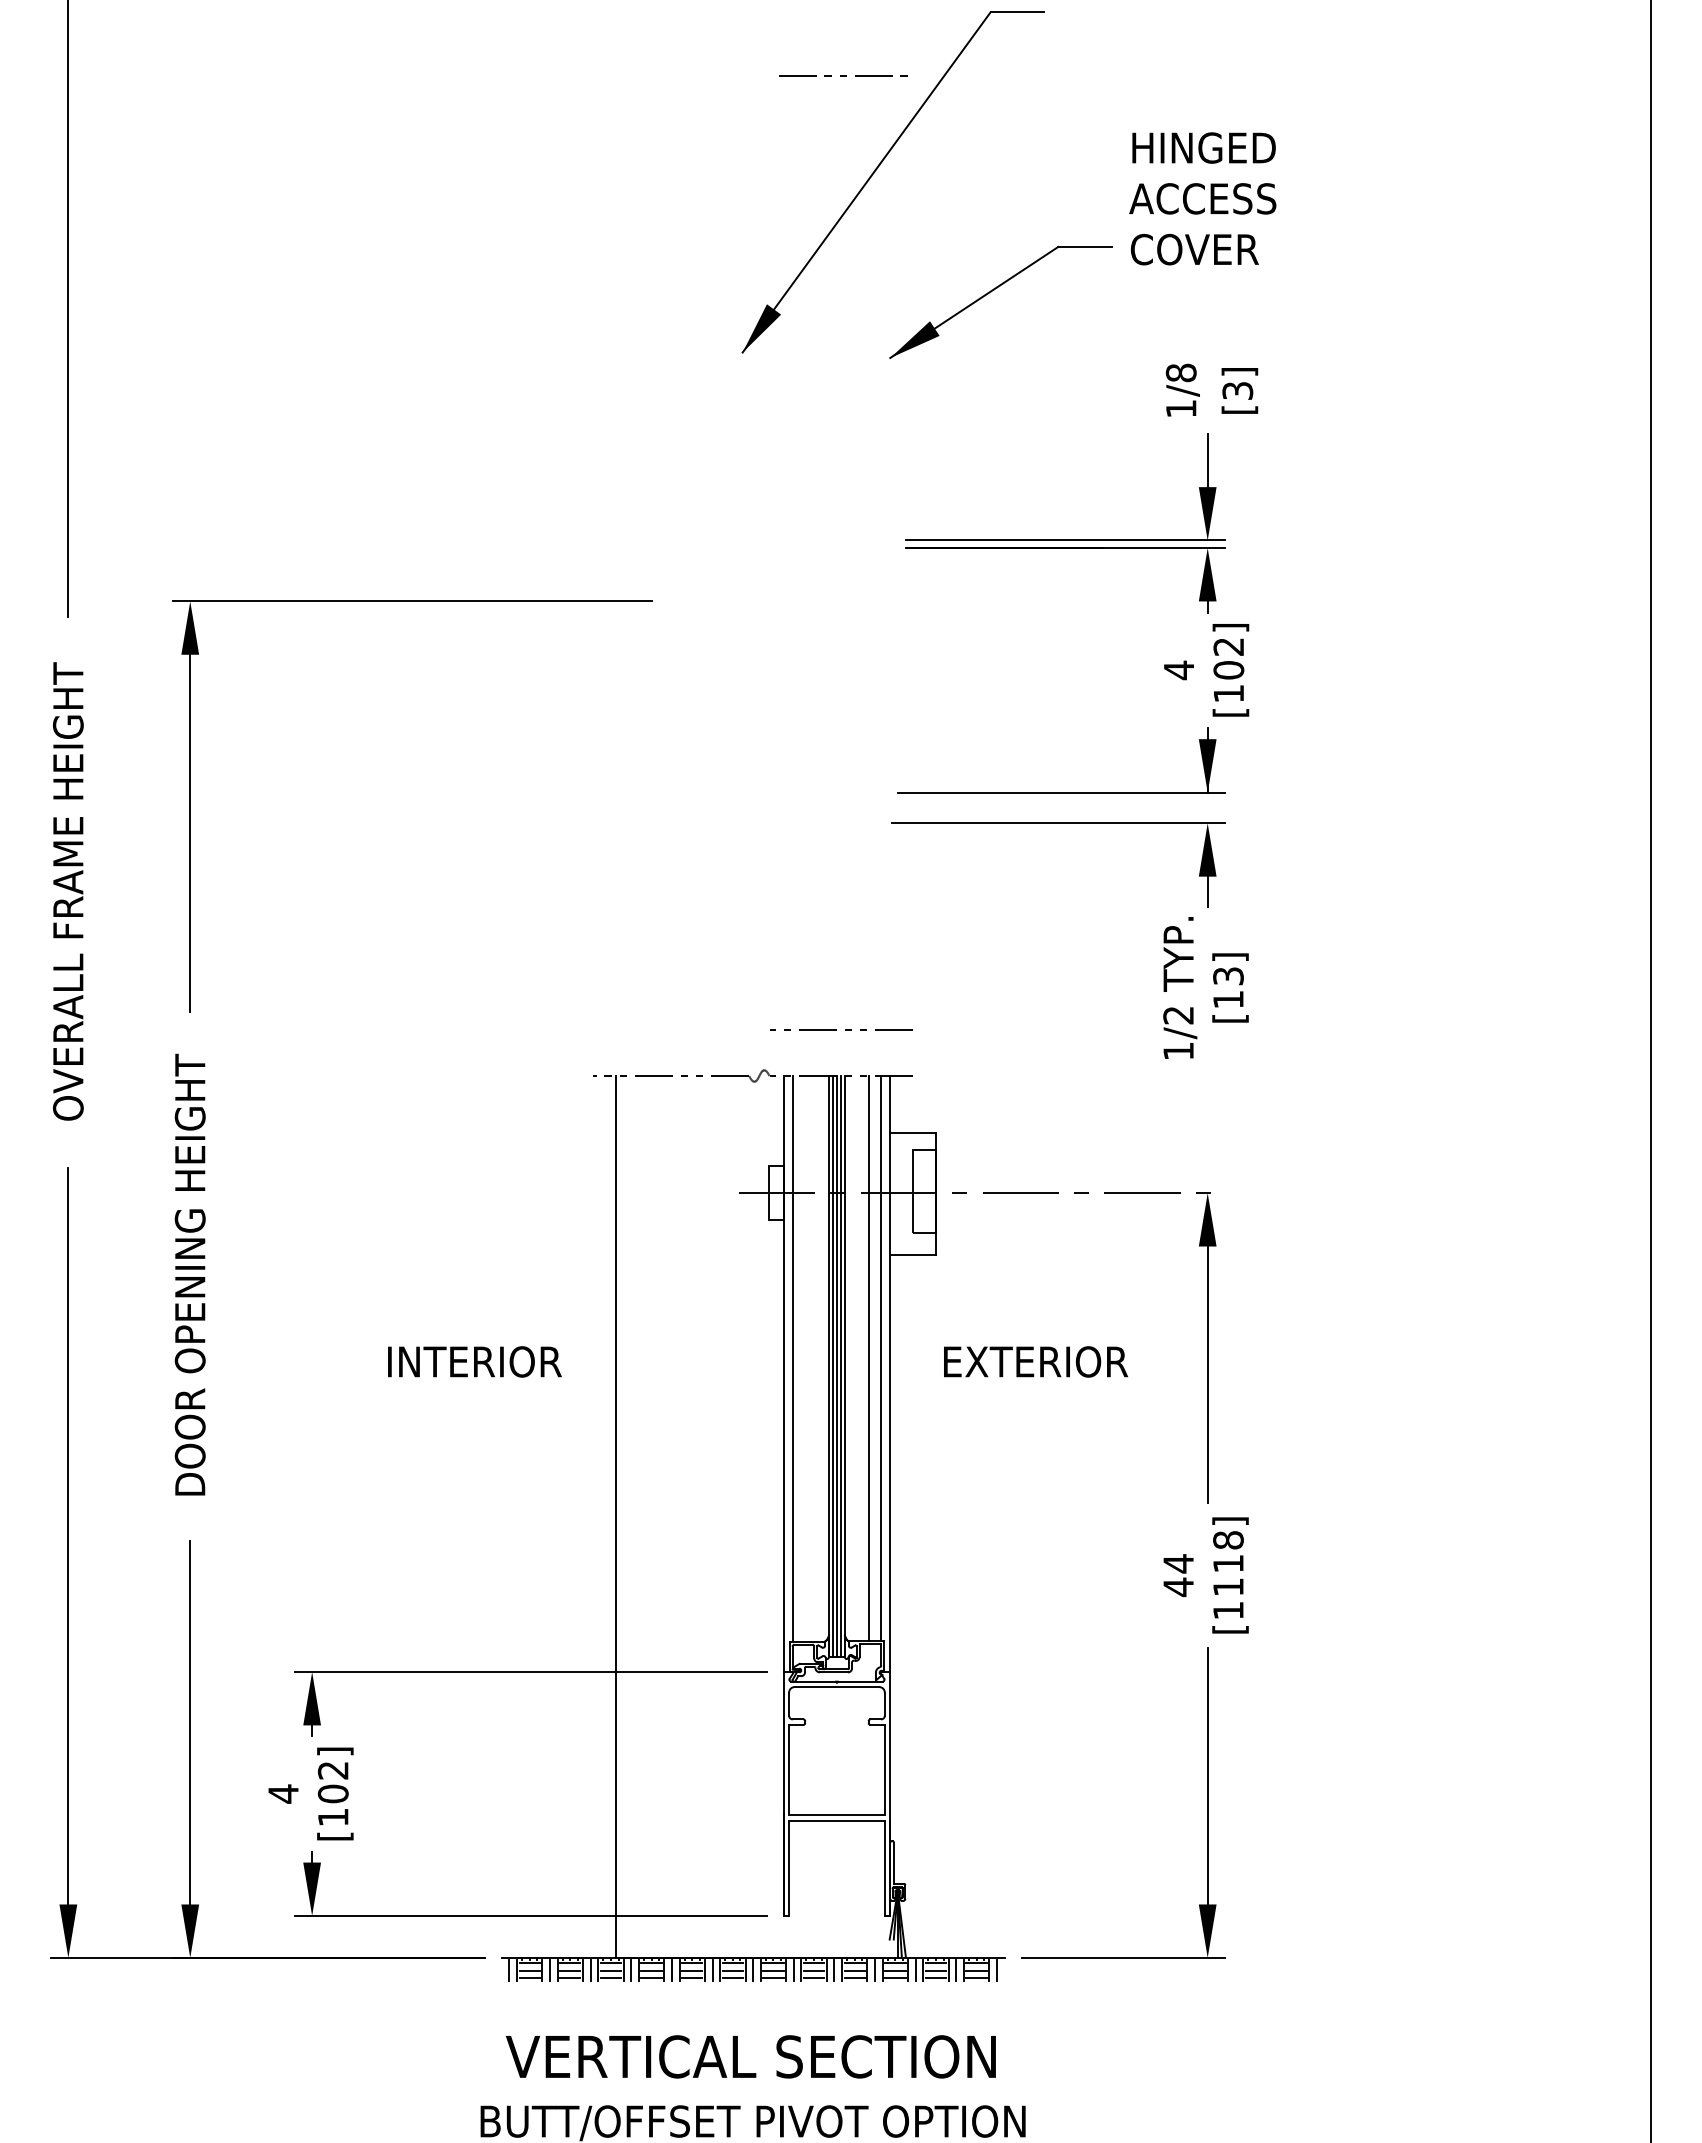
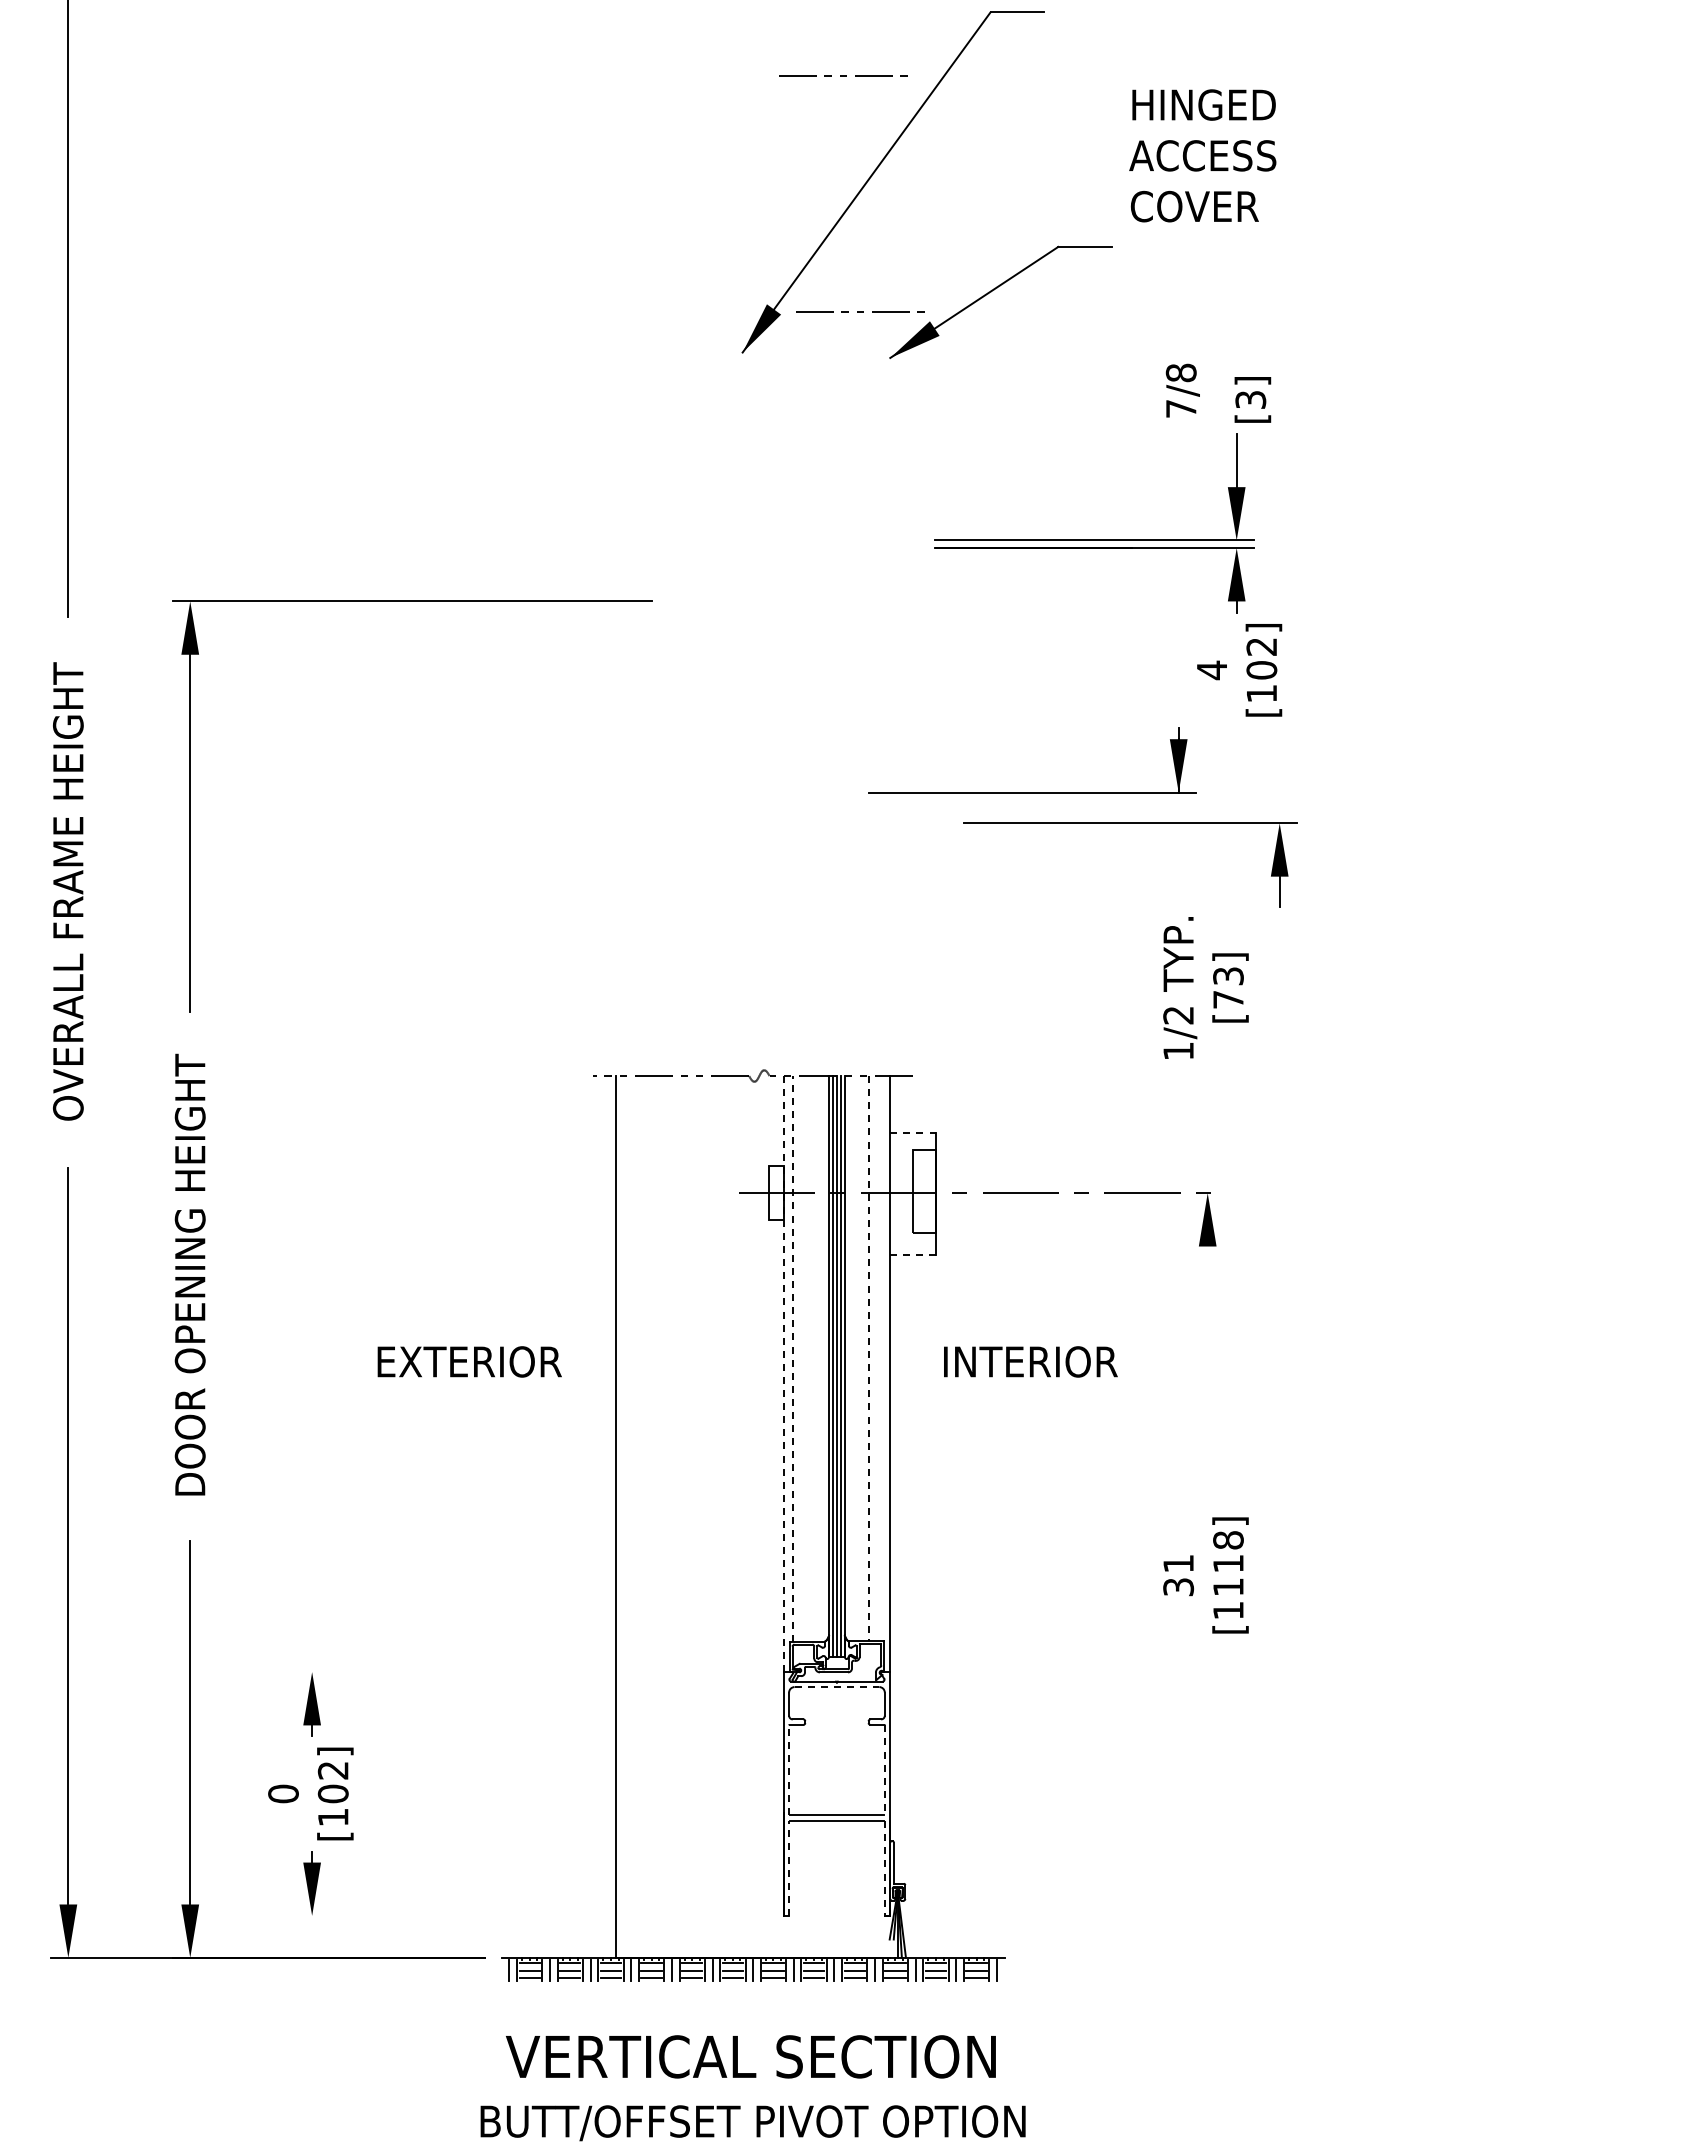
text at (1202, 198) position: (1202, 198) -> (1202, 155)
line at (860, 311): none -> present
text at (1239, 390) position: (1239, 390) -> (1252, 399)
text at (1181, 408): 1/8 -> 7/8
part at (1065, 539) position: (1065, 539) -> (1094, 539)
text at (1206, 670) position: (1206, 670) -> (1239, 670)
part at (1061, 792) position: (1061, 792) -> (1032, 792)
part at (1058, 823) position: (1058, 823) -> (1130, 823)
text at (1228, 999): [13] -> [73]
line at (845, 1029): present -> none
line at (1650, 1070): present -> none
line at (913, 1133): solid -> dashed
line at (913, 1255): solid -> dashed
line at (793, 1358): solid -> dashed
line at (868, 1358): solid -> dashed
line at (880, 1358): present -> none
text at (399, 1361): INTERIOR -> EXTERIOR
text at (1037, 1361): EXTERIOR -> INTERIOR
line at (783, 1373): solid -> dashed
line at (1207, 1374): present -> none
text at (1178, 1575): 44 -> 31
line at (530, 1672): present -> none
line at (837, 1687): solid -> dashed
line at (789, 1770): solid -> dashed
line at (884, 1770): solid -> dashed
text at (283, 1793): 4 -> 0
part at (1207, 1802): present -> none
line at (789, 1868): solid -> dashed
line at (884, 1869): solid -> dashed
line at (530, 1915): present -> none
